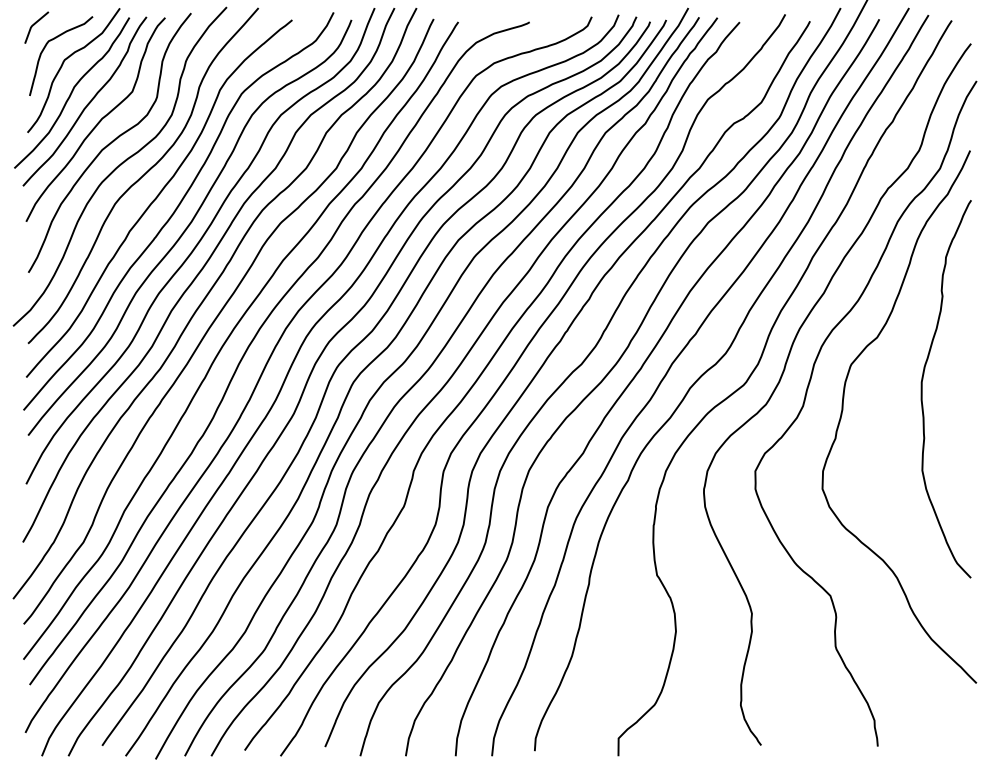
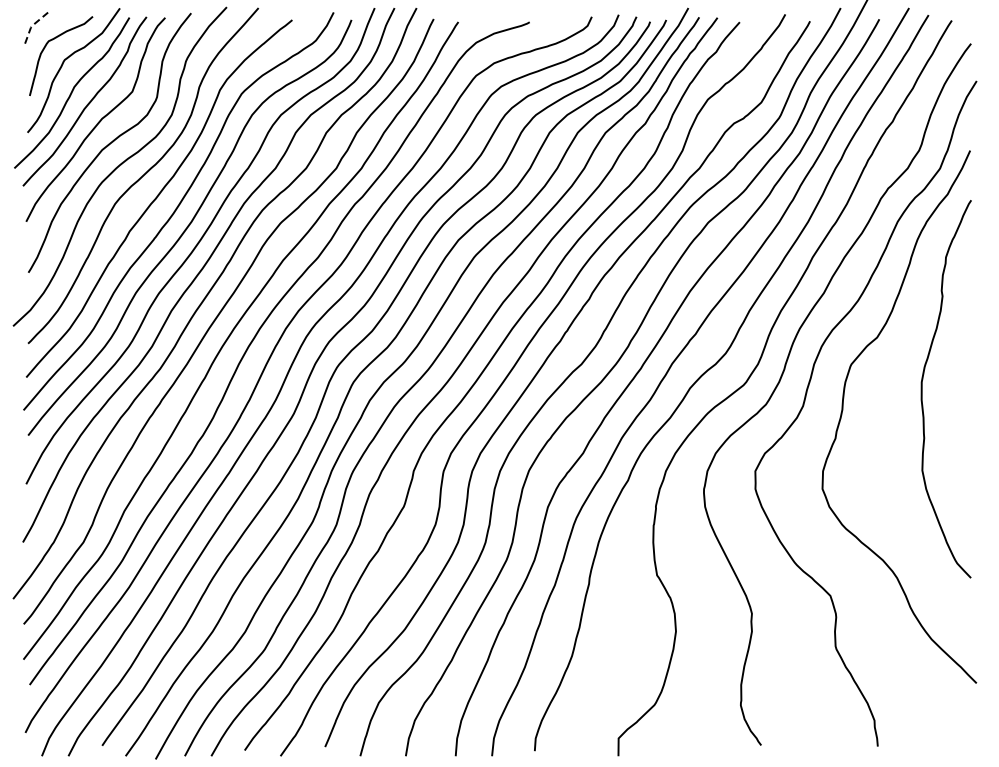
line at (32, 25): solid -> dashed
